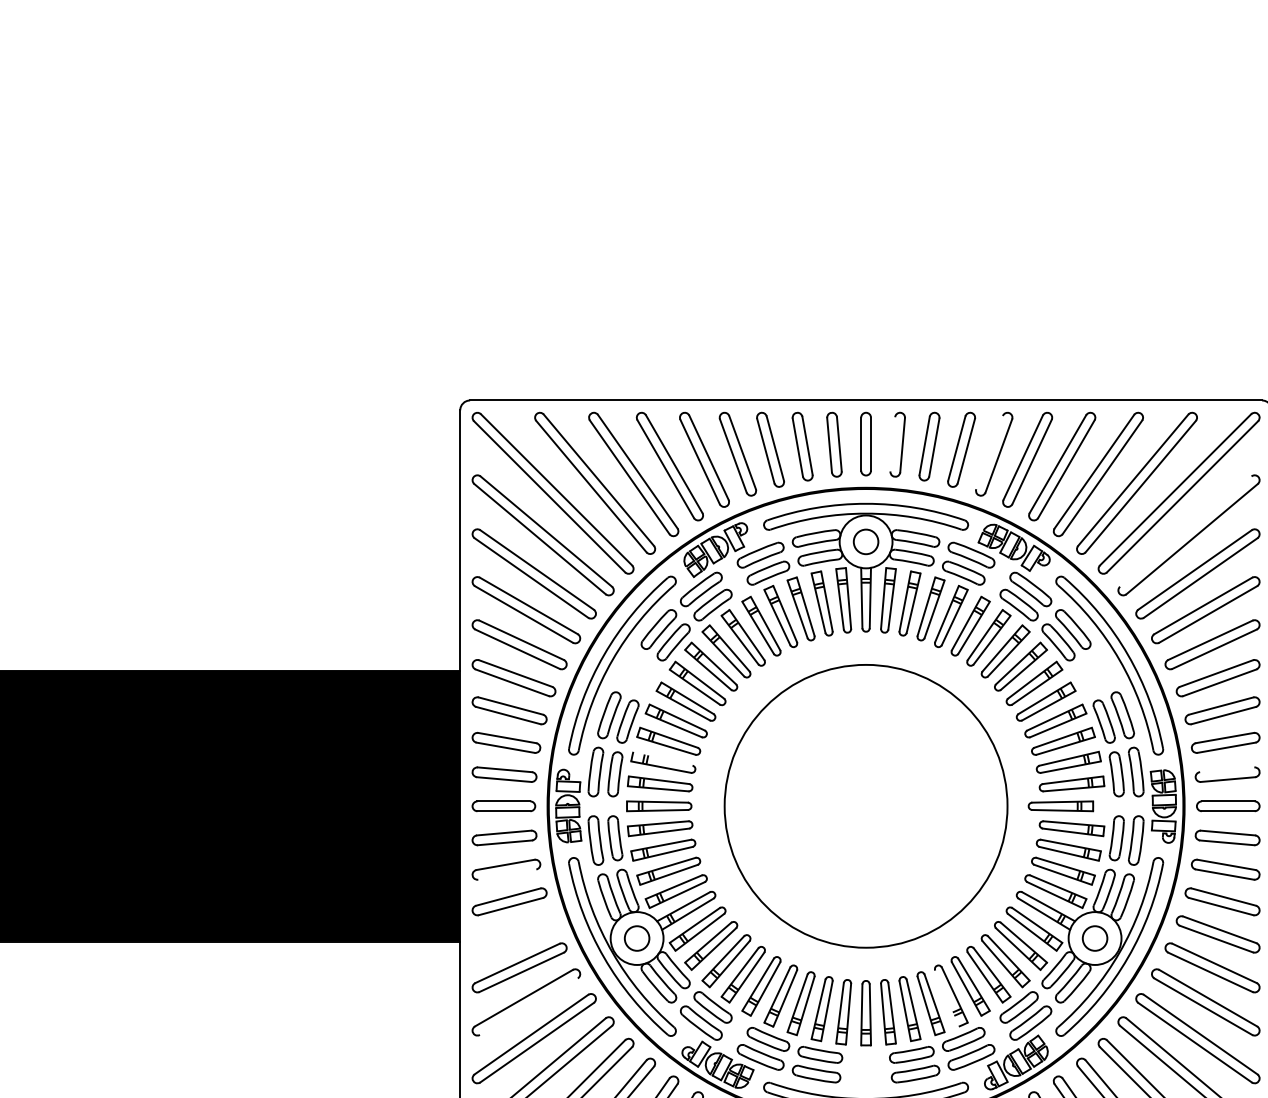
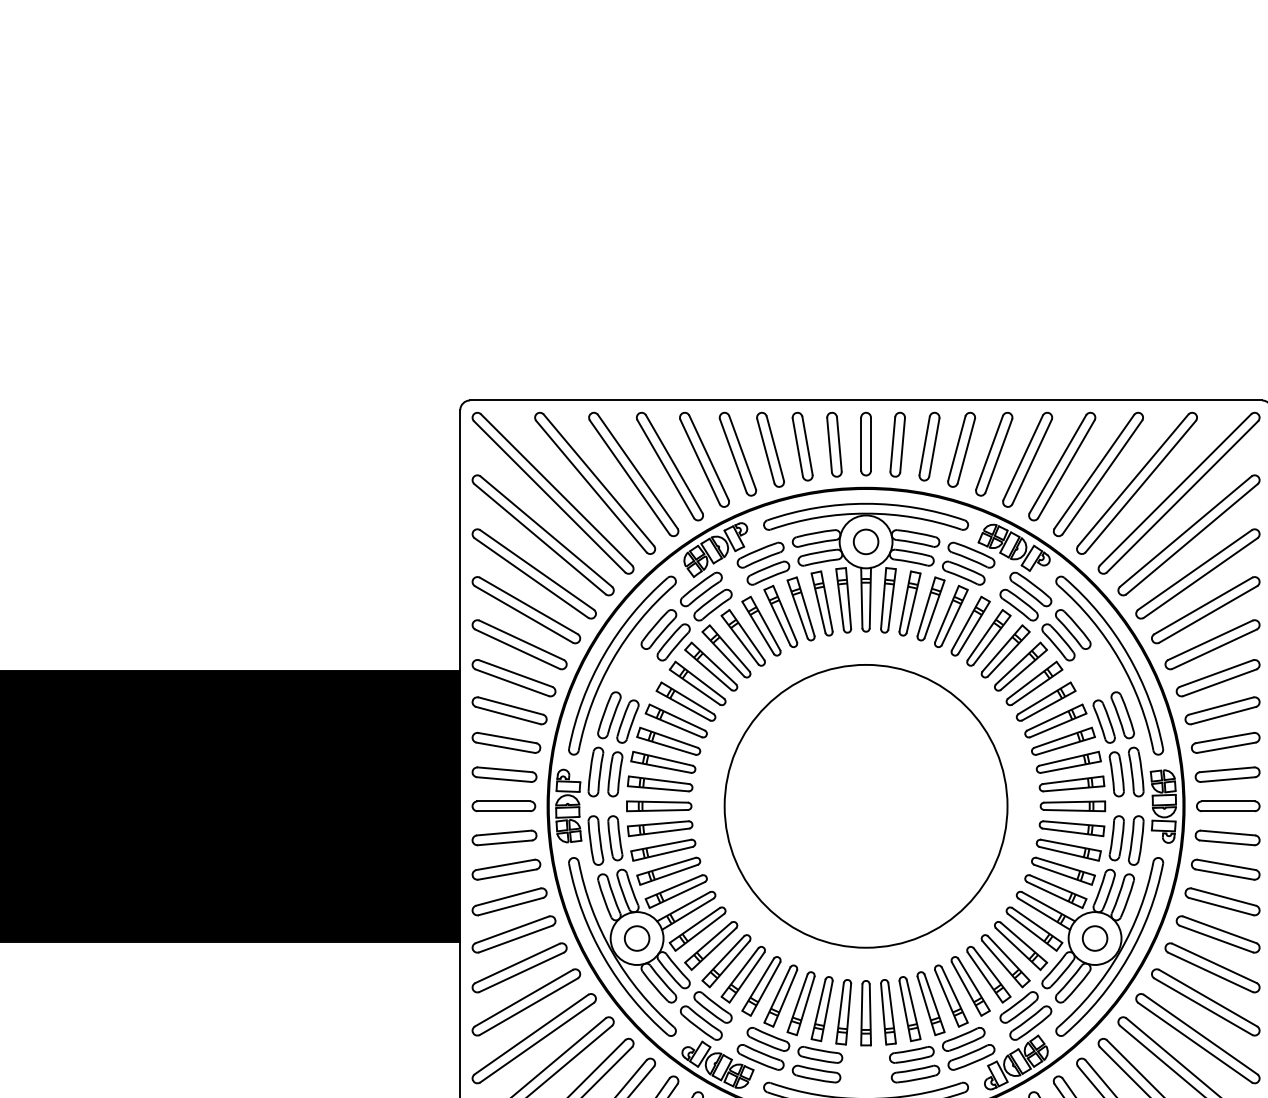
line at (892, 444): none -> present
line at (989, 452): none -> present
line at (1185, 531): none -> present
line at (662, 758): none -> present
line at (1227, 769): none -> present
part at (1060, 806) position: (1060, 806) -> (1072, 806)
line at (507, 874): none -> present
part at (513, 934): none -> present
line at (946, 998): none -> present
line at (528, 1006): none -> present
